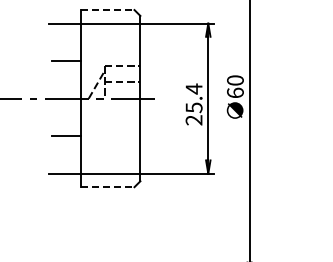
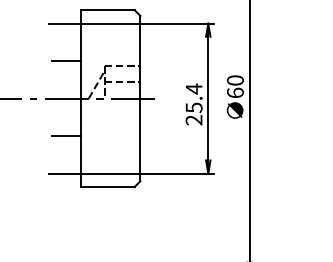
line at (107, 10): dashed -> solid
line at (107, 187): dashed -> solid
